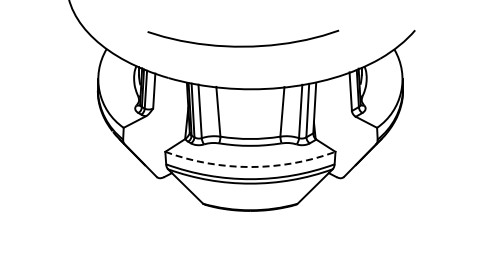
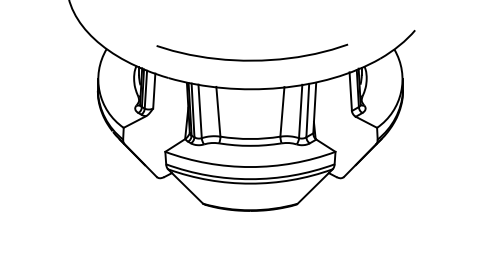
curve at (243, 45) position: (243, 45) -> (252, 59)
arc at (250, 167): dashed -> solid
